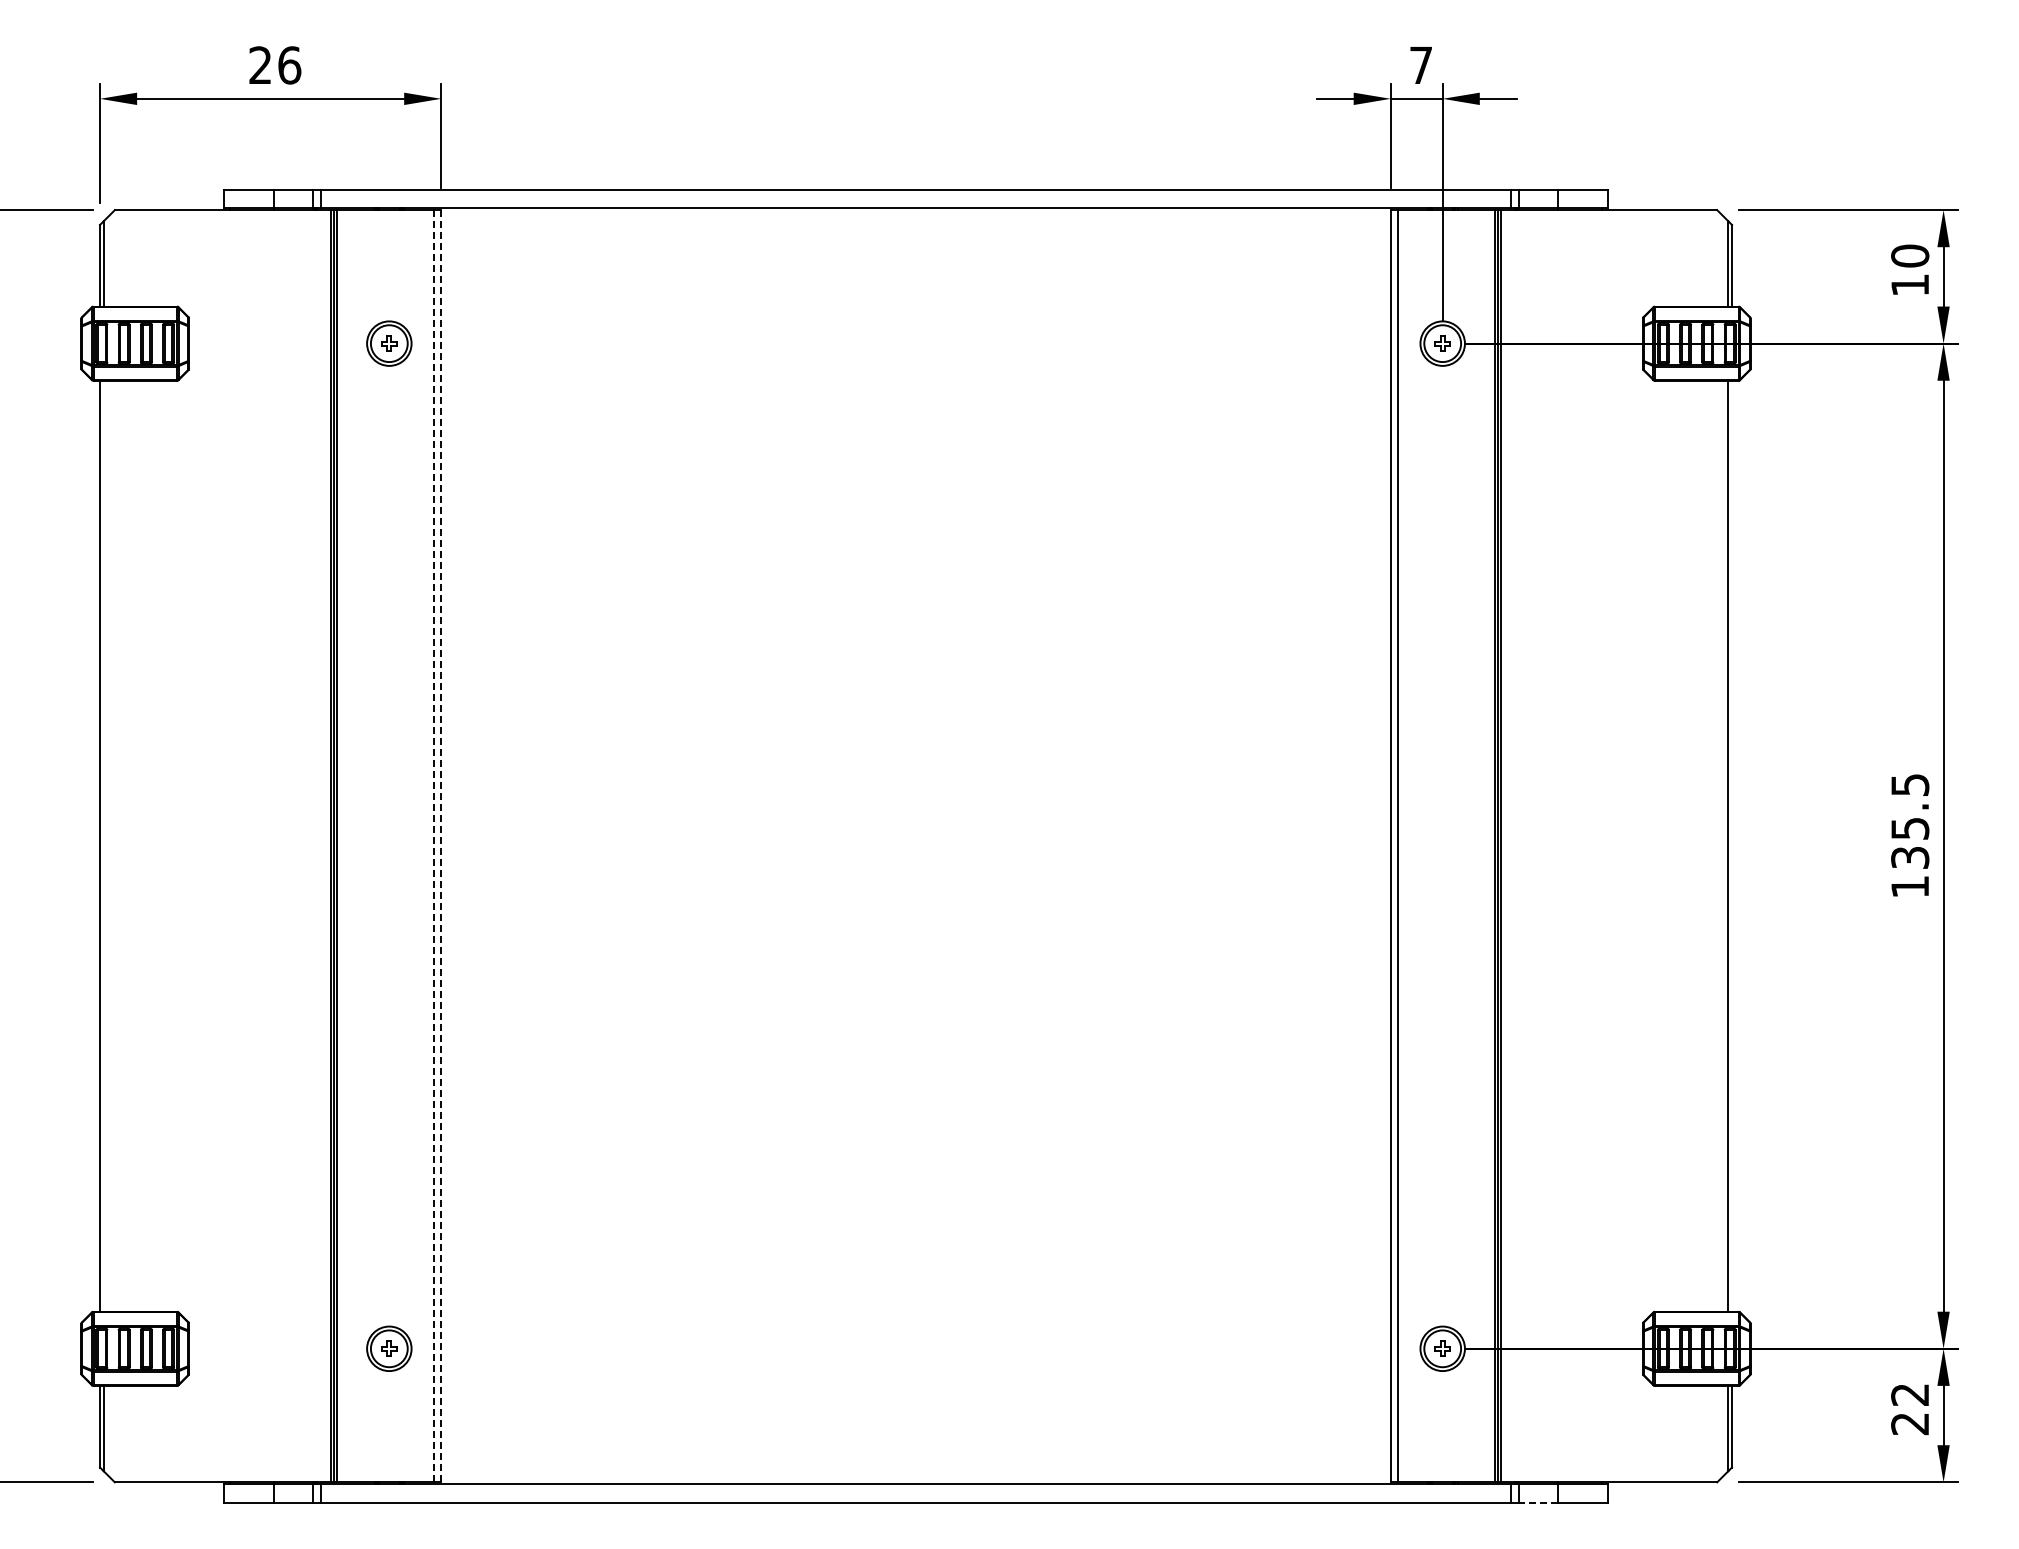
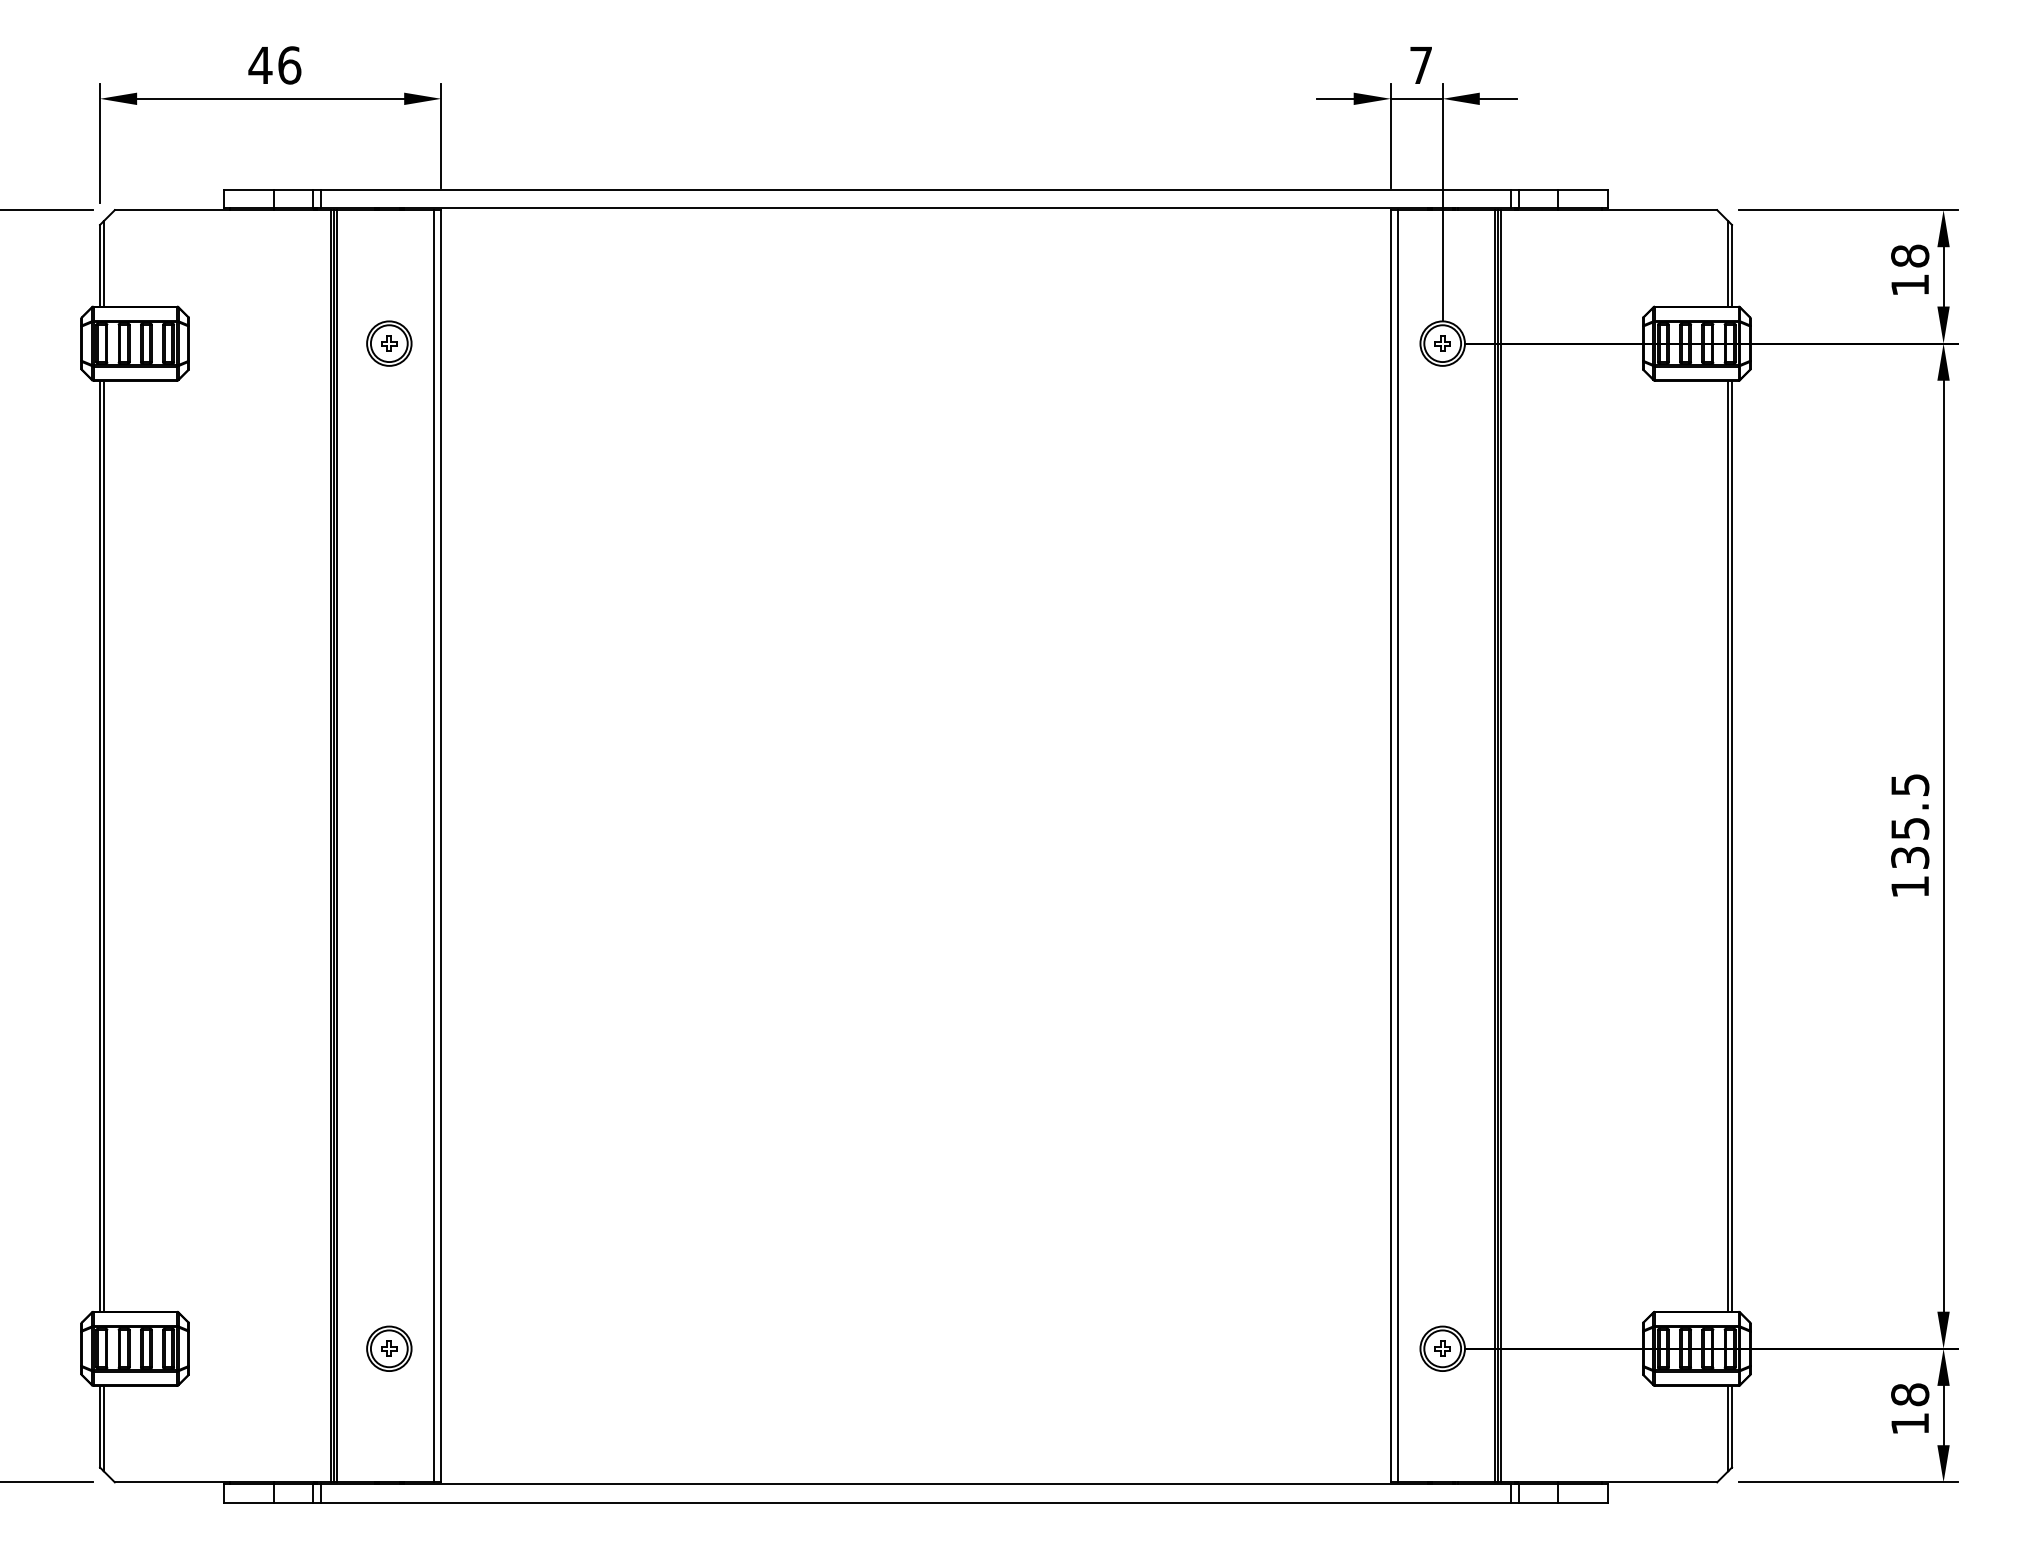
text at (260, 64): 26 -> 46
text at (1910, 255): 10 -> 18
line at (103, 845): none -> present
line at (433, 845): dashed -> solid
line at (441, 845): dashed -> solid
line at (1732, 845): none -> present
text at (1910, 1409): 22 -> 18
line at (1537, 1502): dashed -> solid
